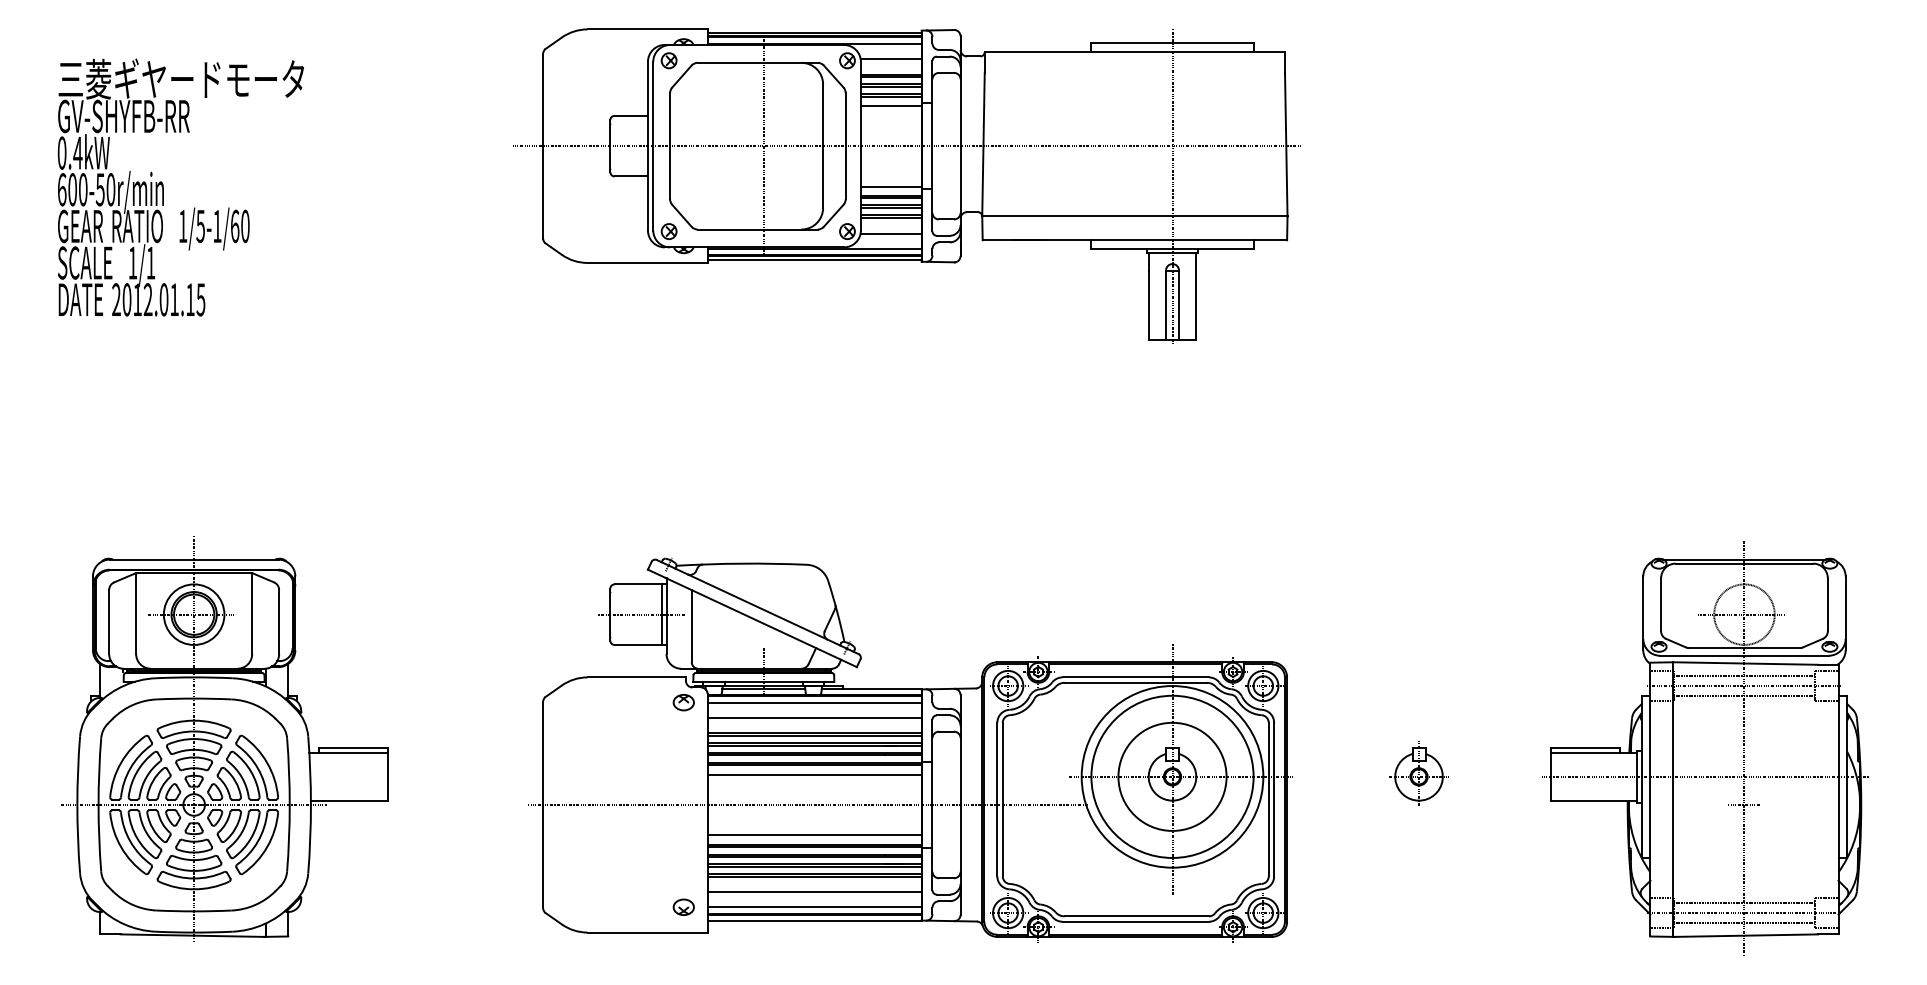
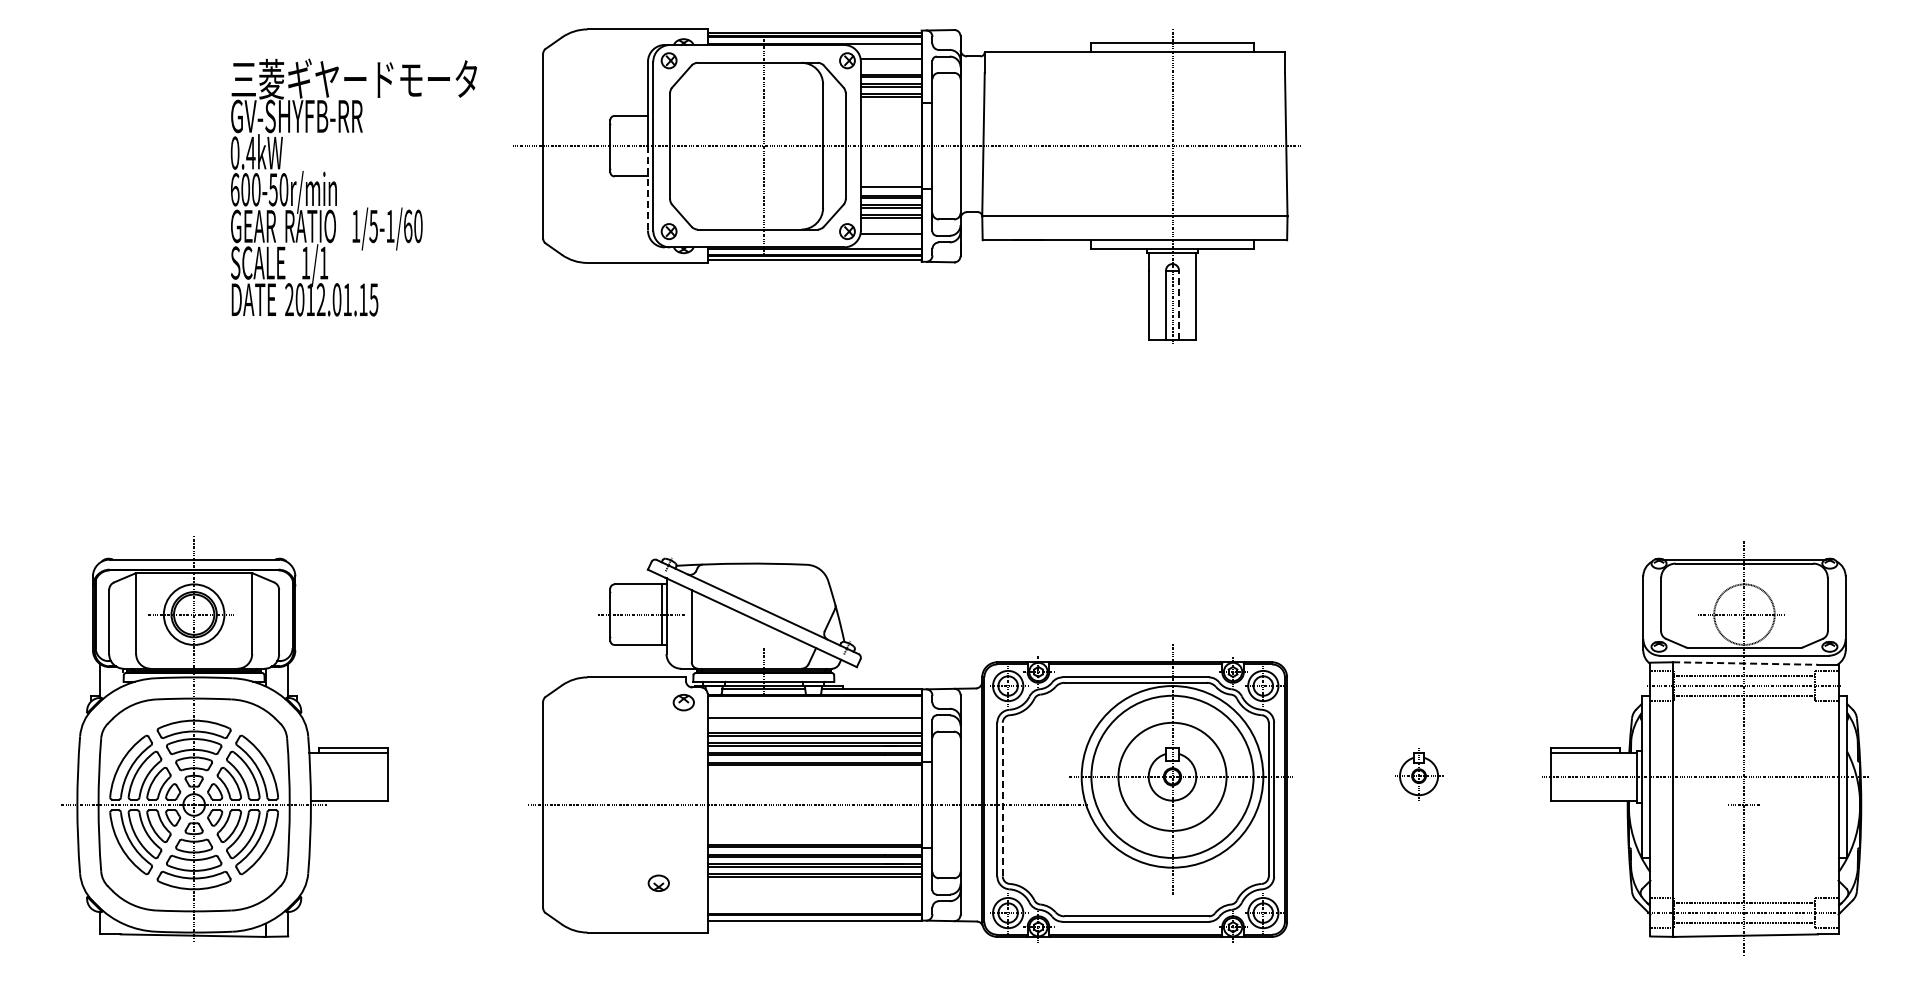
line at (890, 105): present -> none
text at (180, 187) position: (180, 187) -> (353, 187)
line at (647, 188): solid -> dashed
line at (1179, 305): solid -> dashed
line at (1746, 663): solid -> dashed
line at (814, 702): present -> none
part at (1418, 773) size: 60x65 px -> 49x53 px
line at (814, 774): present -> none
line at (1002, 799): solid -> dashed
line at (814, 835): present -> none
line at (814, 892): present -> none
part at (683, 906) position: (683, 906) -> (658, 882)
line at (814, 907): present -> none
